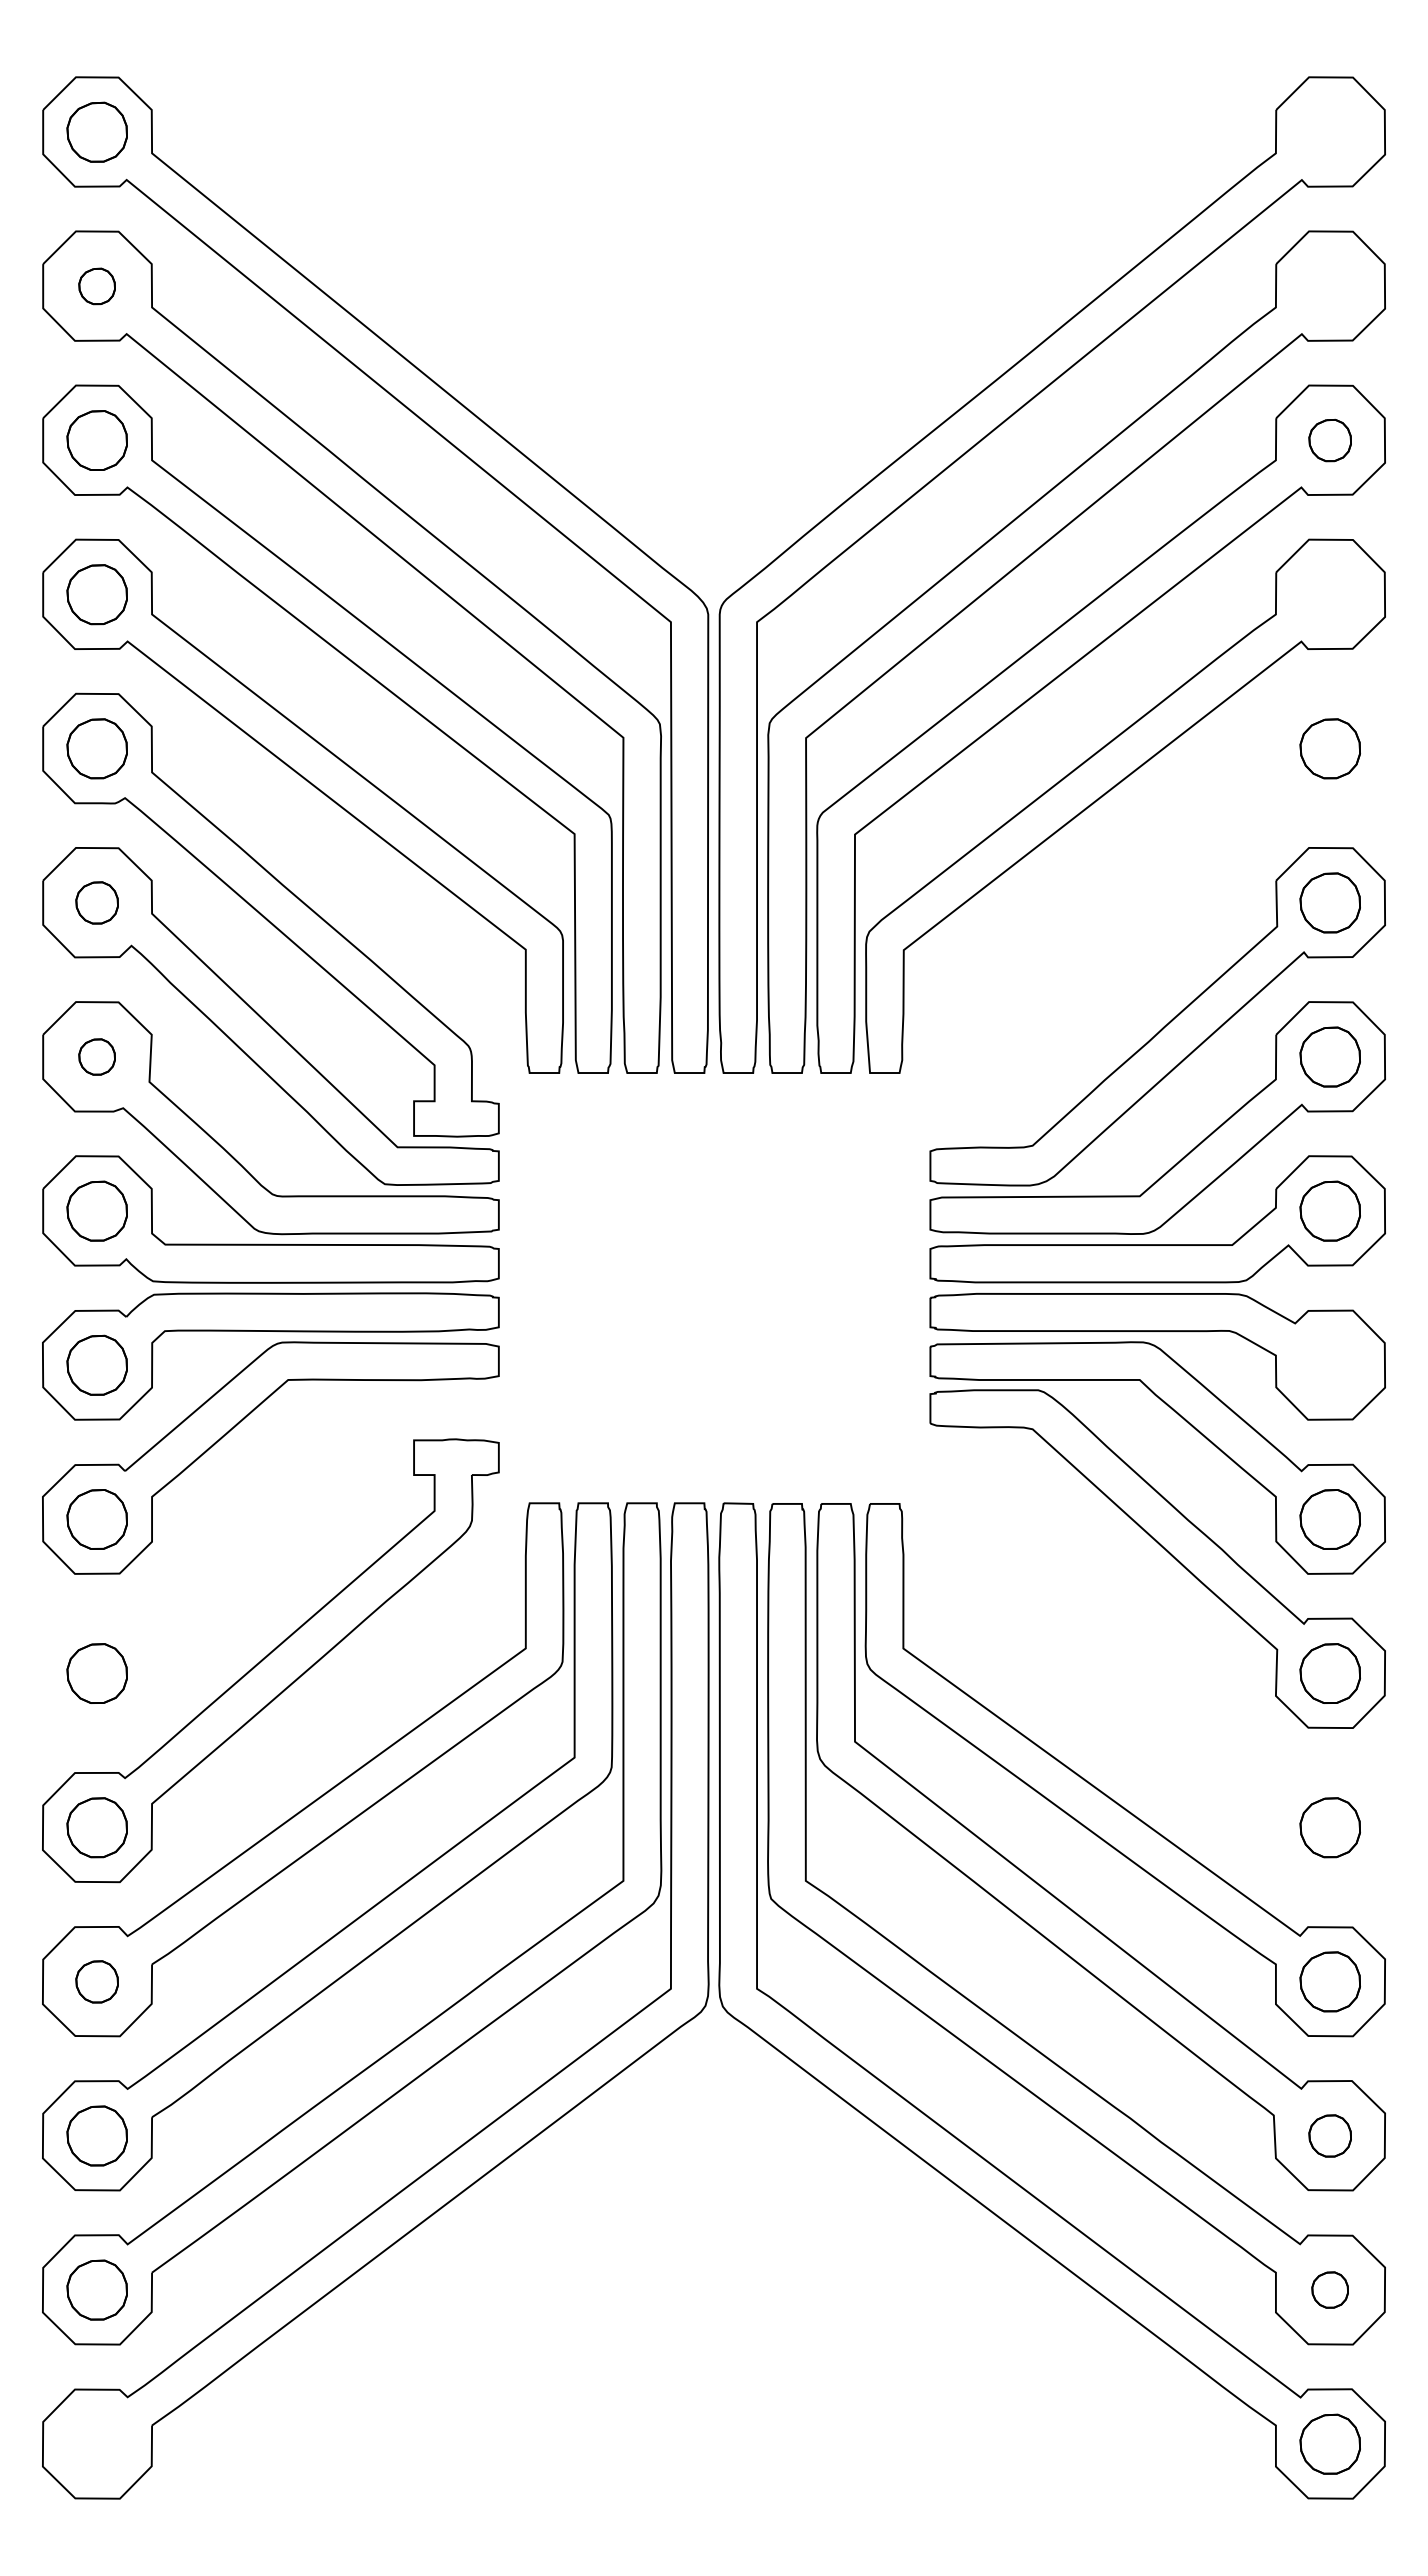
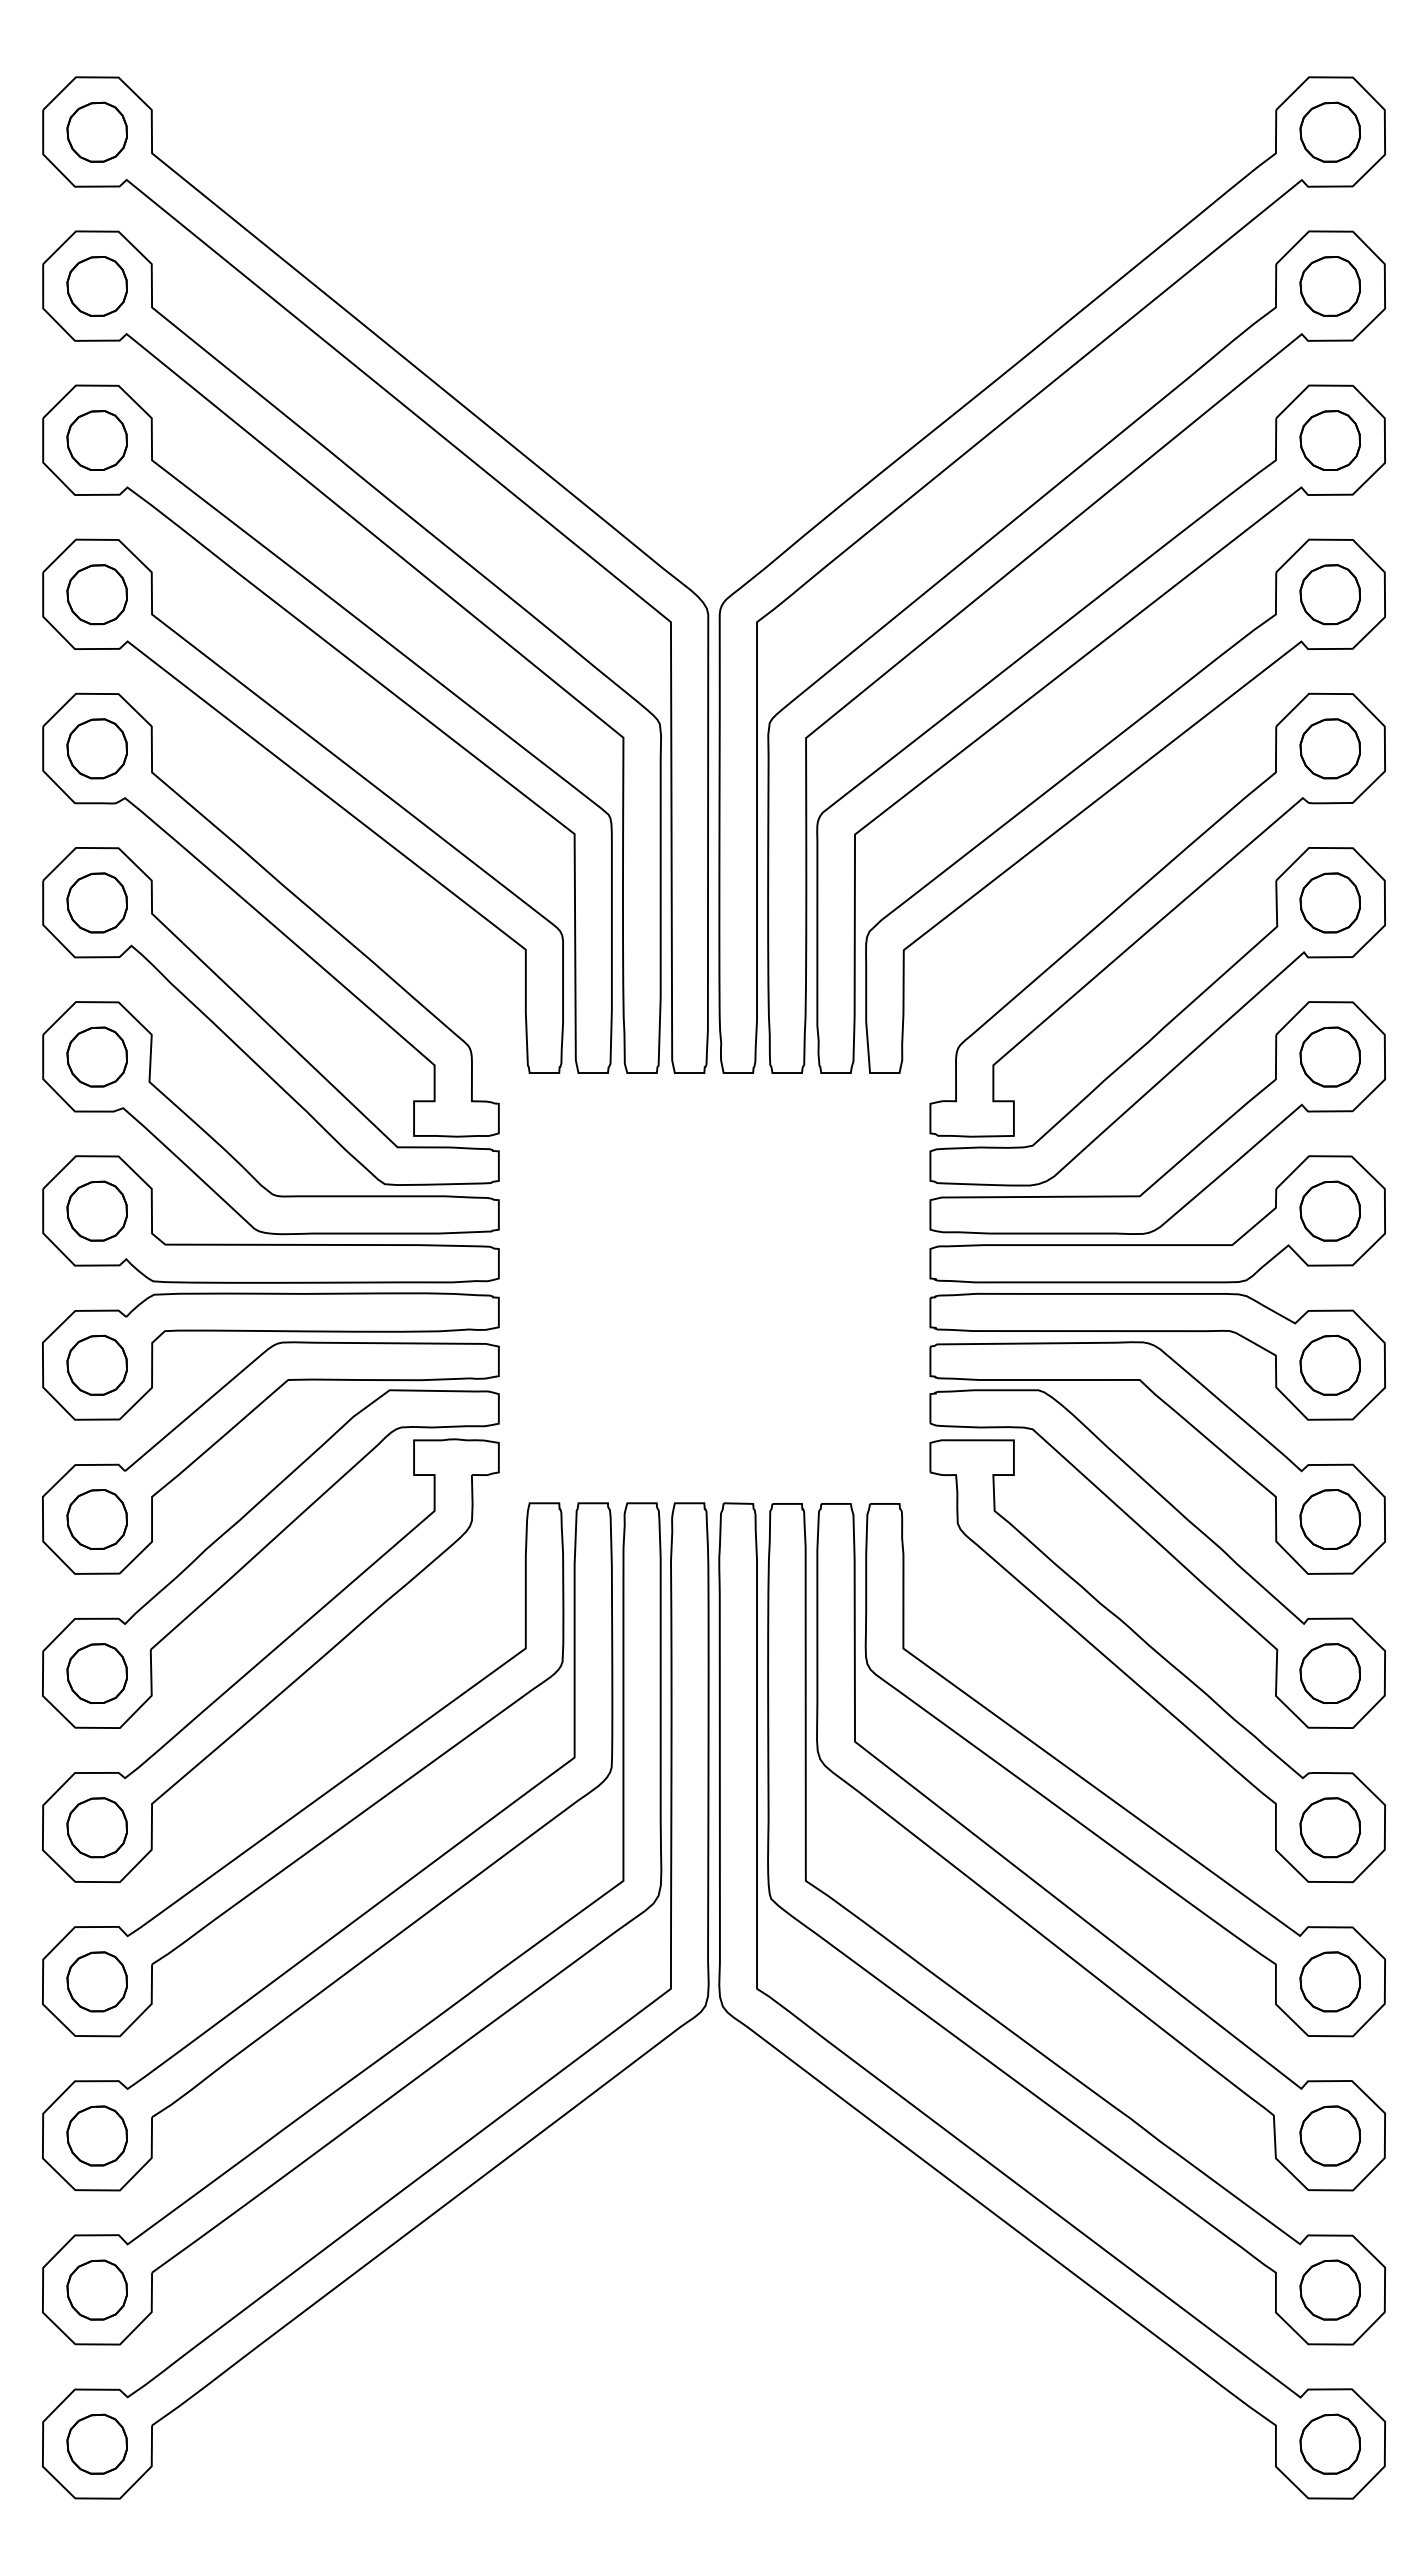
part at (1329, 131): none -> present
part at (96, 286) size: 38x39 px -> 62x61 px
part at (1329, 286): none -> present
part at (1329, 440) size: 44x45 px -> 62x61 px
part at (1329, 594): none -> present
part at (96, 902) size: 44x44 px -> 62x62 px
part at (1157, 914): none -> present
part at (96, 1056) size: 38x38 px -> 62x62 px
part at (1329, 1364): none -> present
part at (265, 1548): none -> present
part at (1157, 1661): none -> present
part at (96, 1981) size: 44x44 px -> 62x62 px
part at (1329, 2135) size: 44x44 px -> 62x62 px
part at (1329, 2289) size: 38x38 px -> 62x62 px
part at (96, 2443): none -> present
